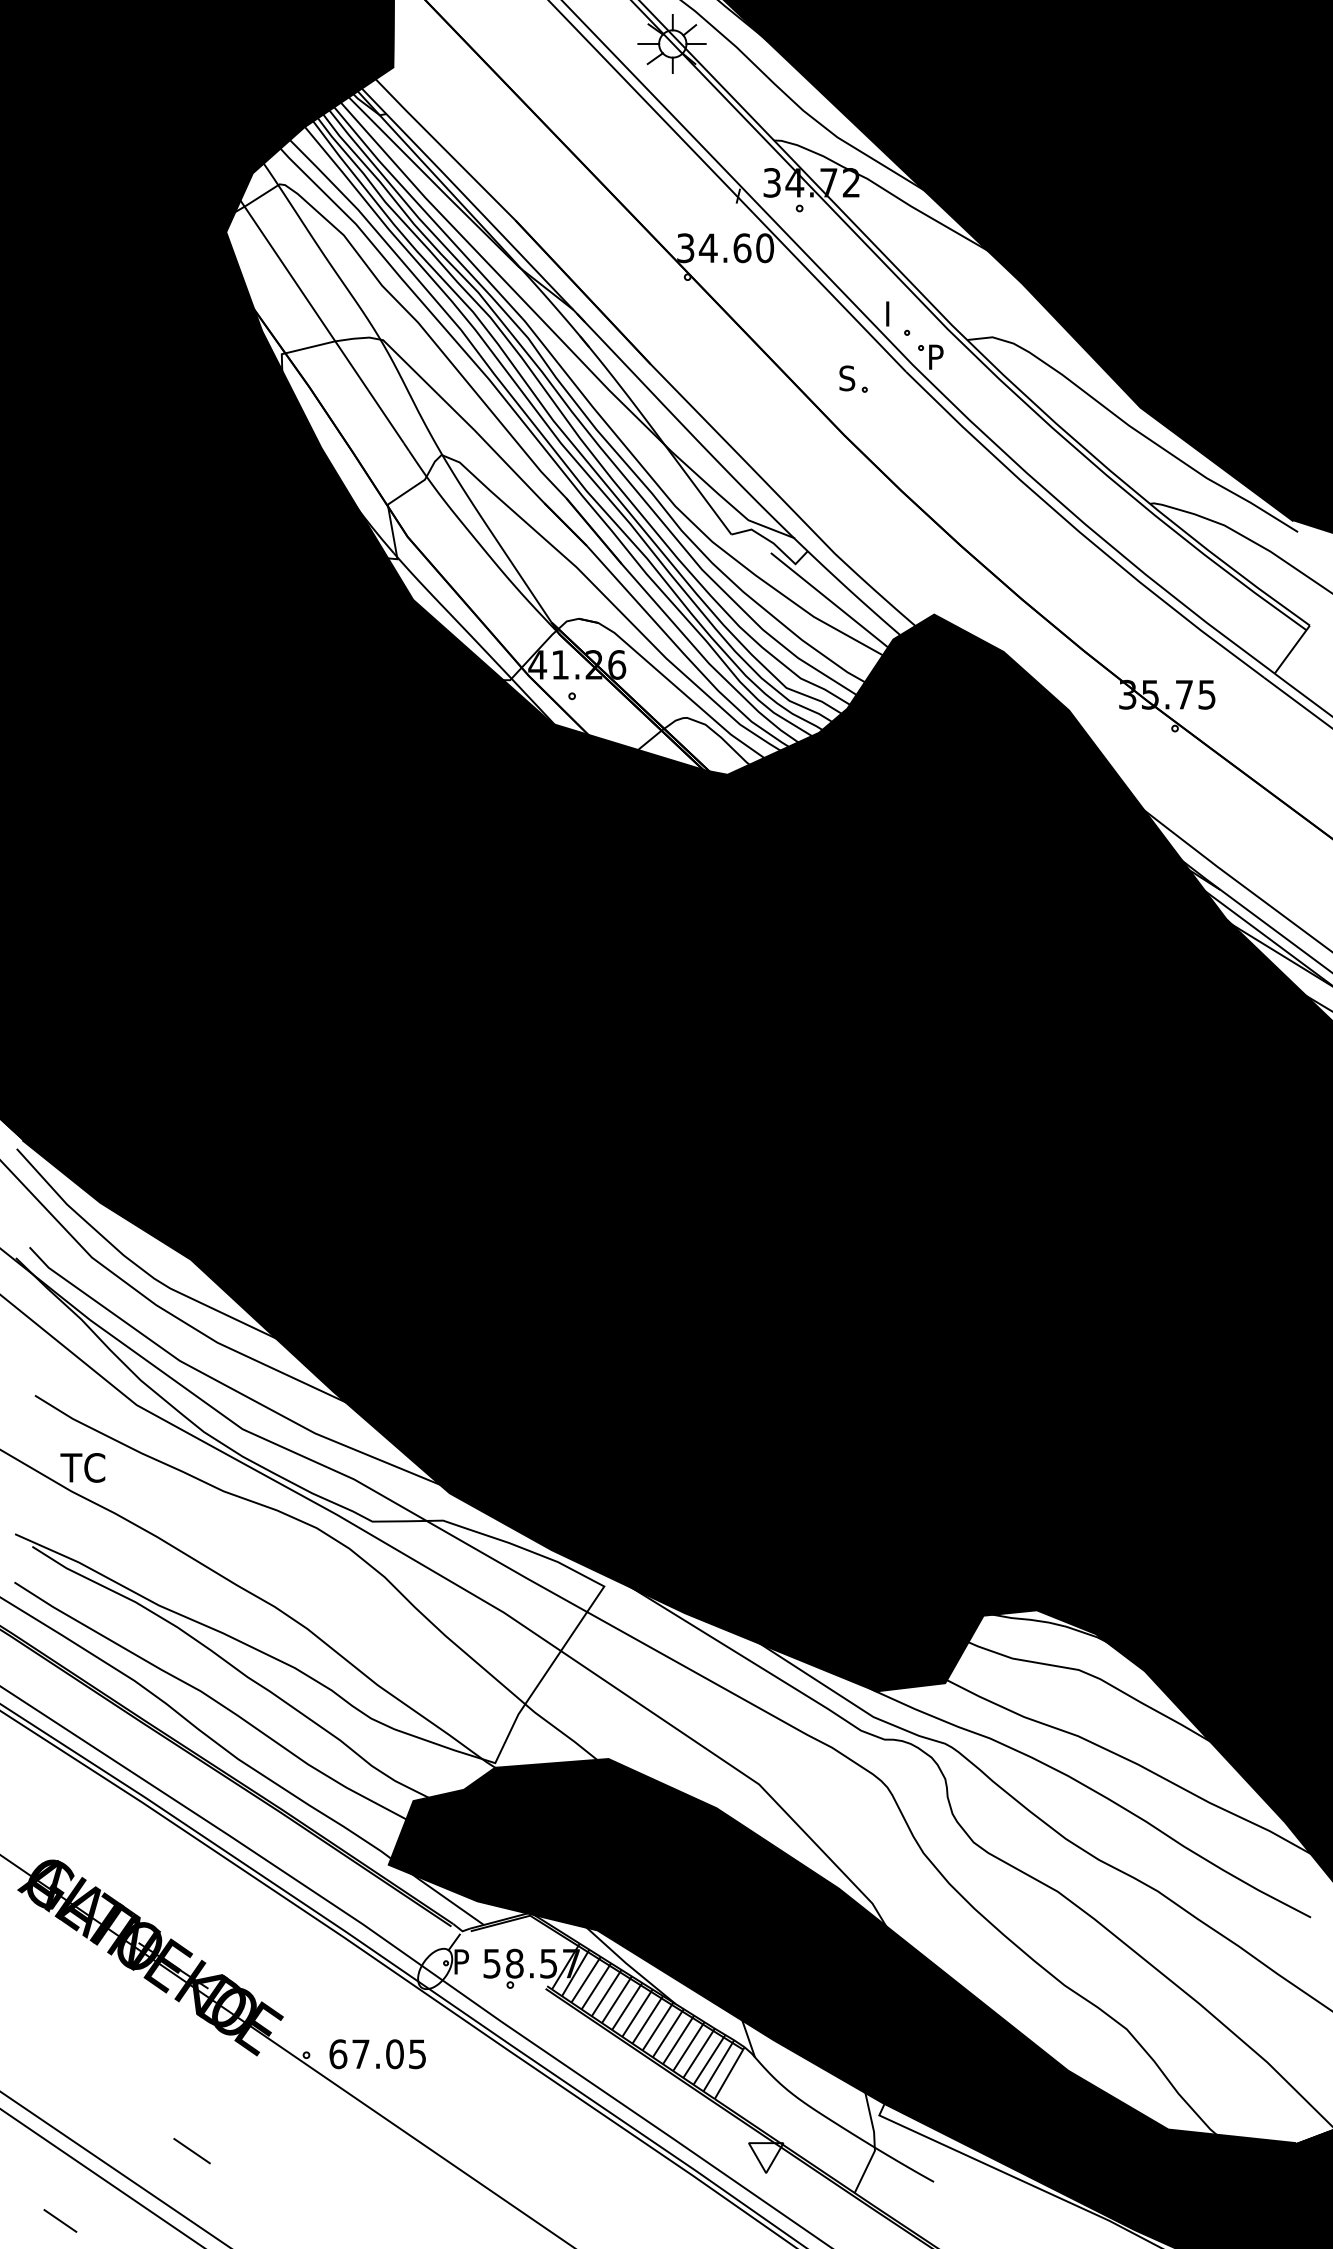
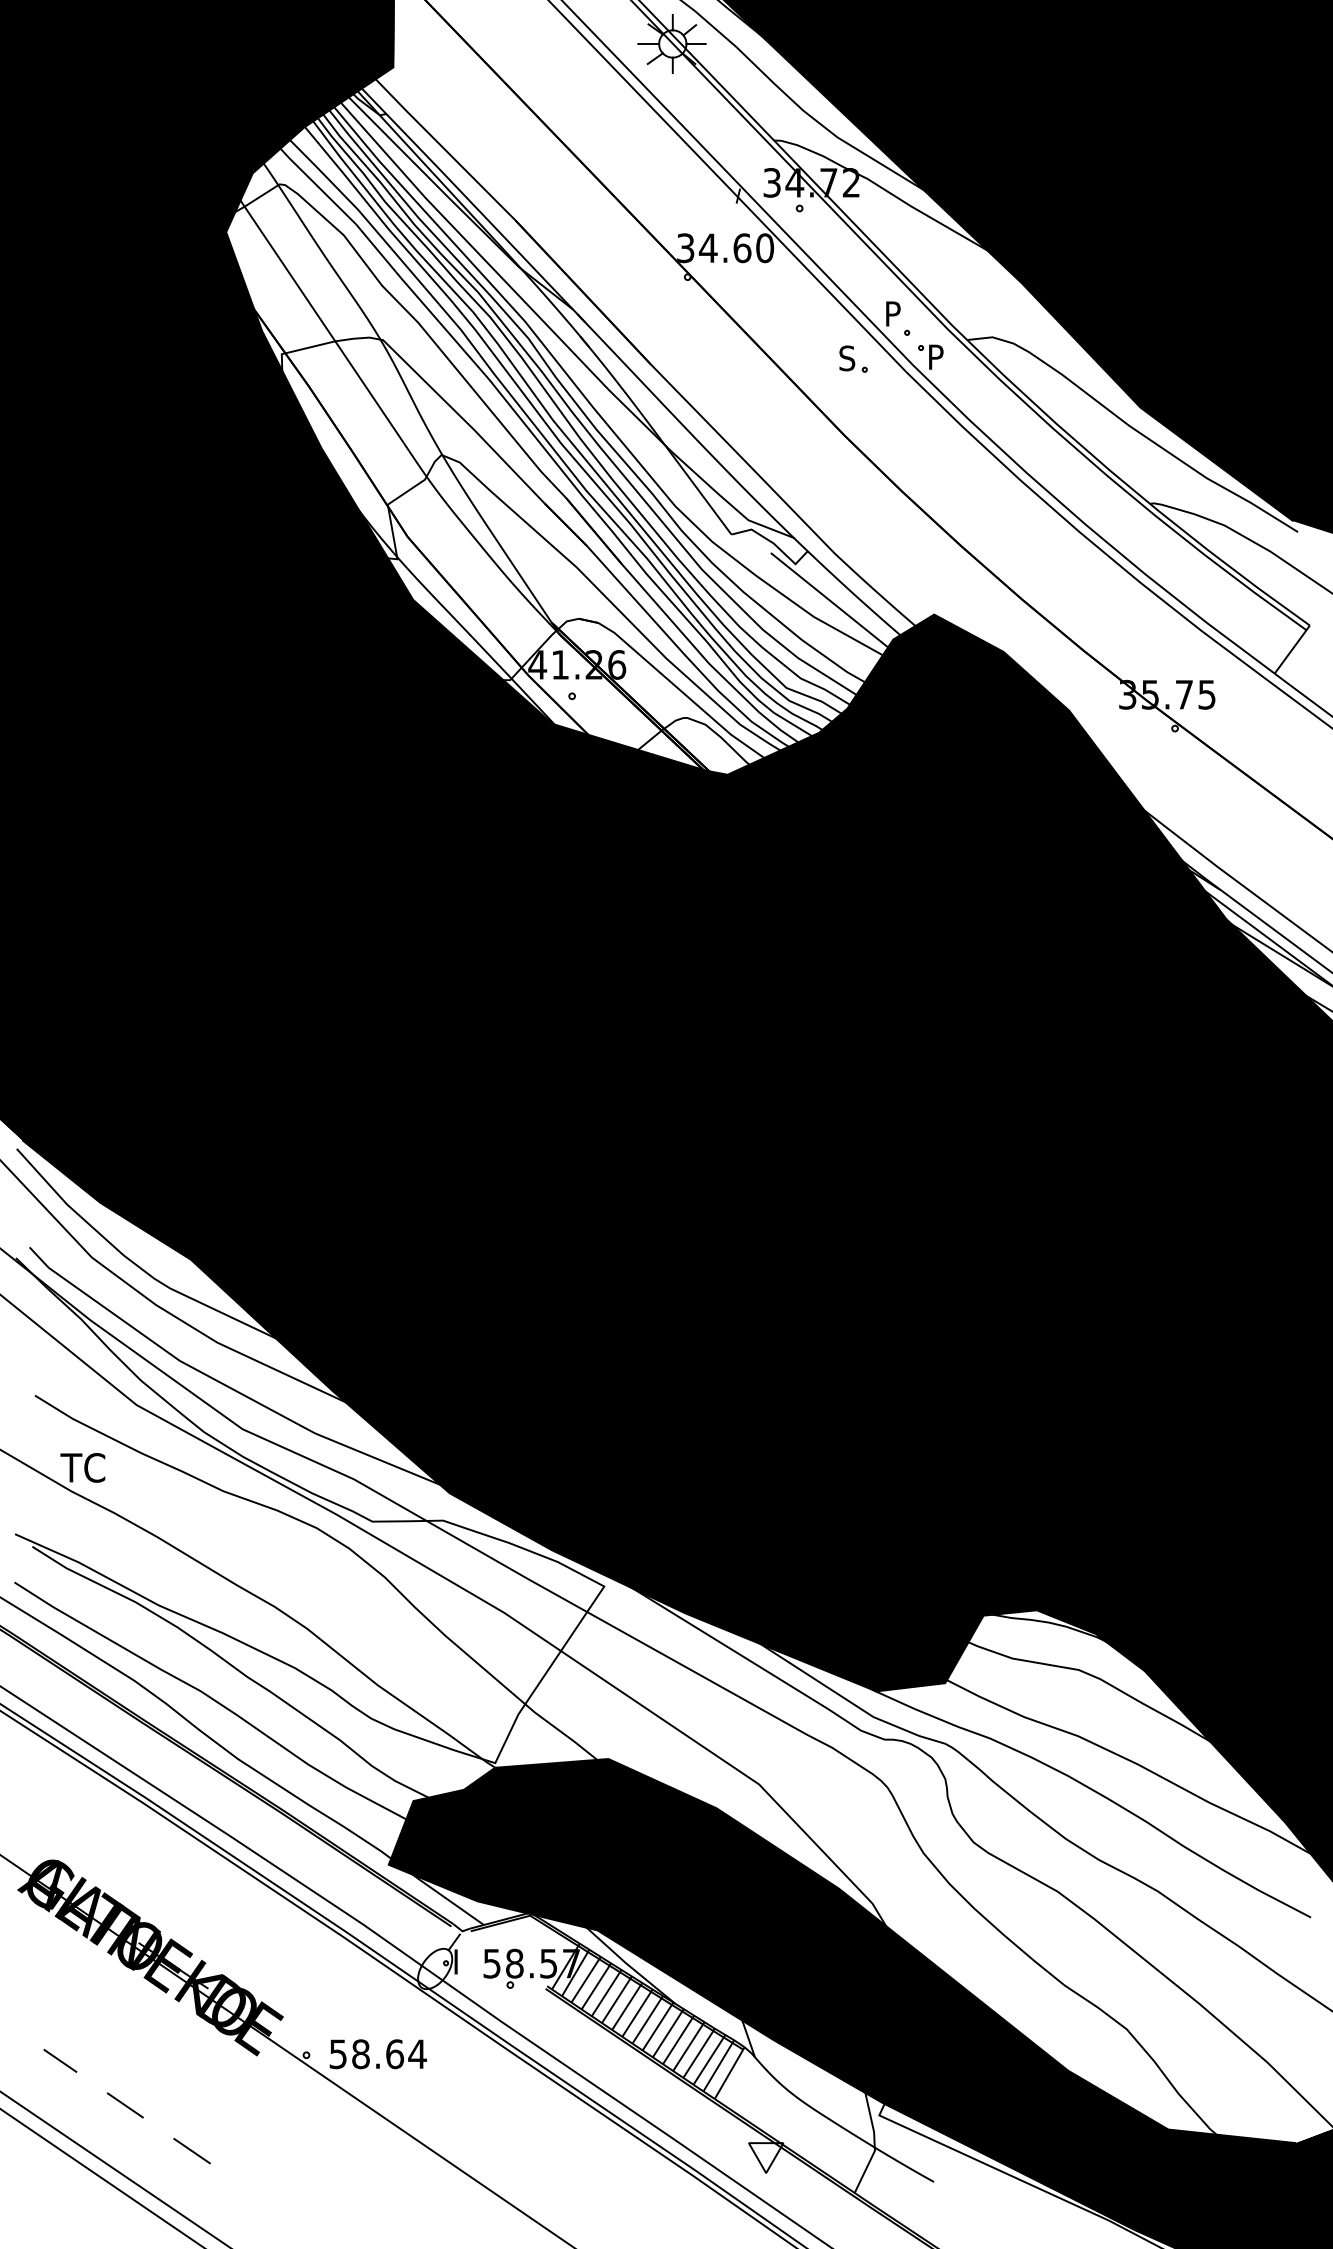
text at (894, 308): I -> P
part at (853, 378) position: (853, 378) -> (853, 358)
text at (463, 1956): P -> I
text at (377, 2054): 67.05 -> 58.64
line at (124, 2105): none -> present
line at (60, 2220) position: (60, 2220) -> (60, 2060)
